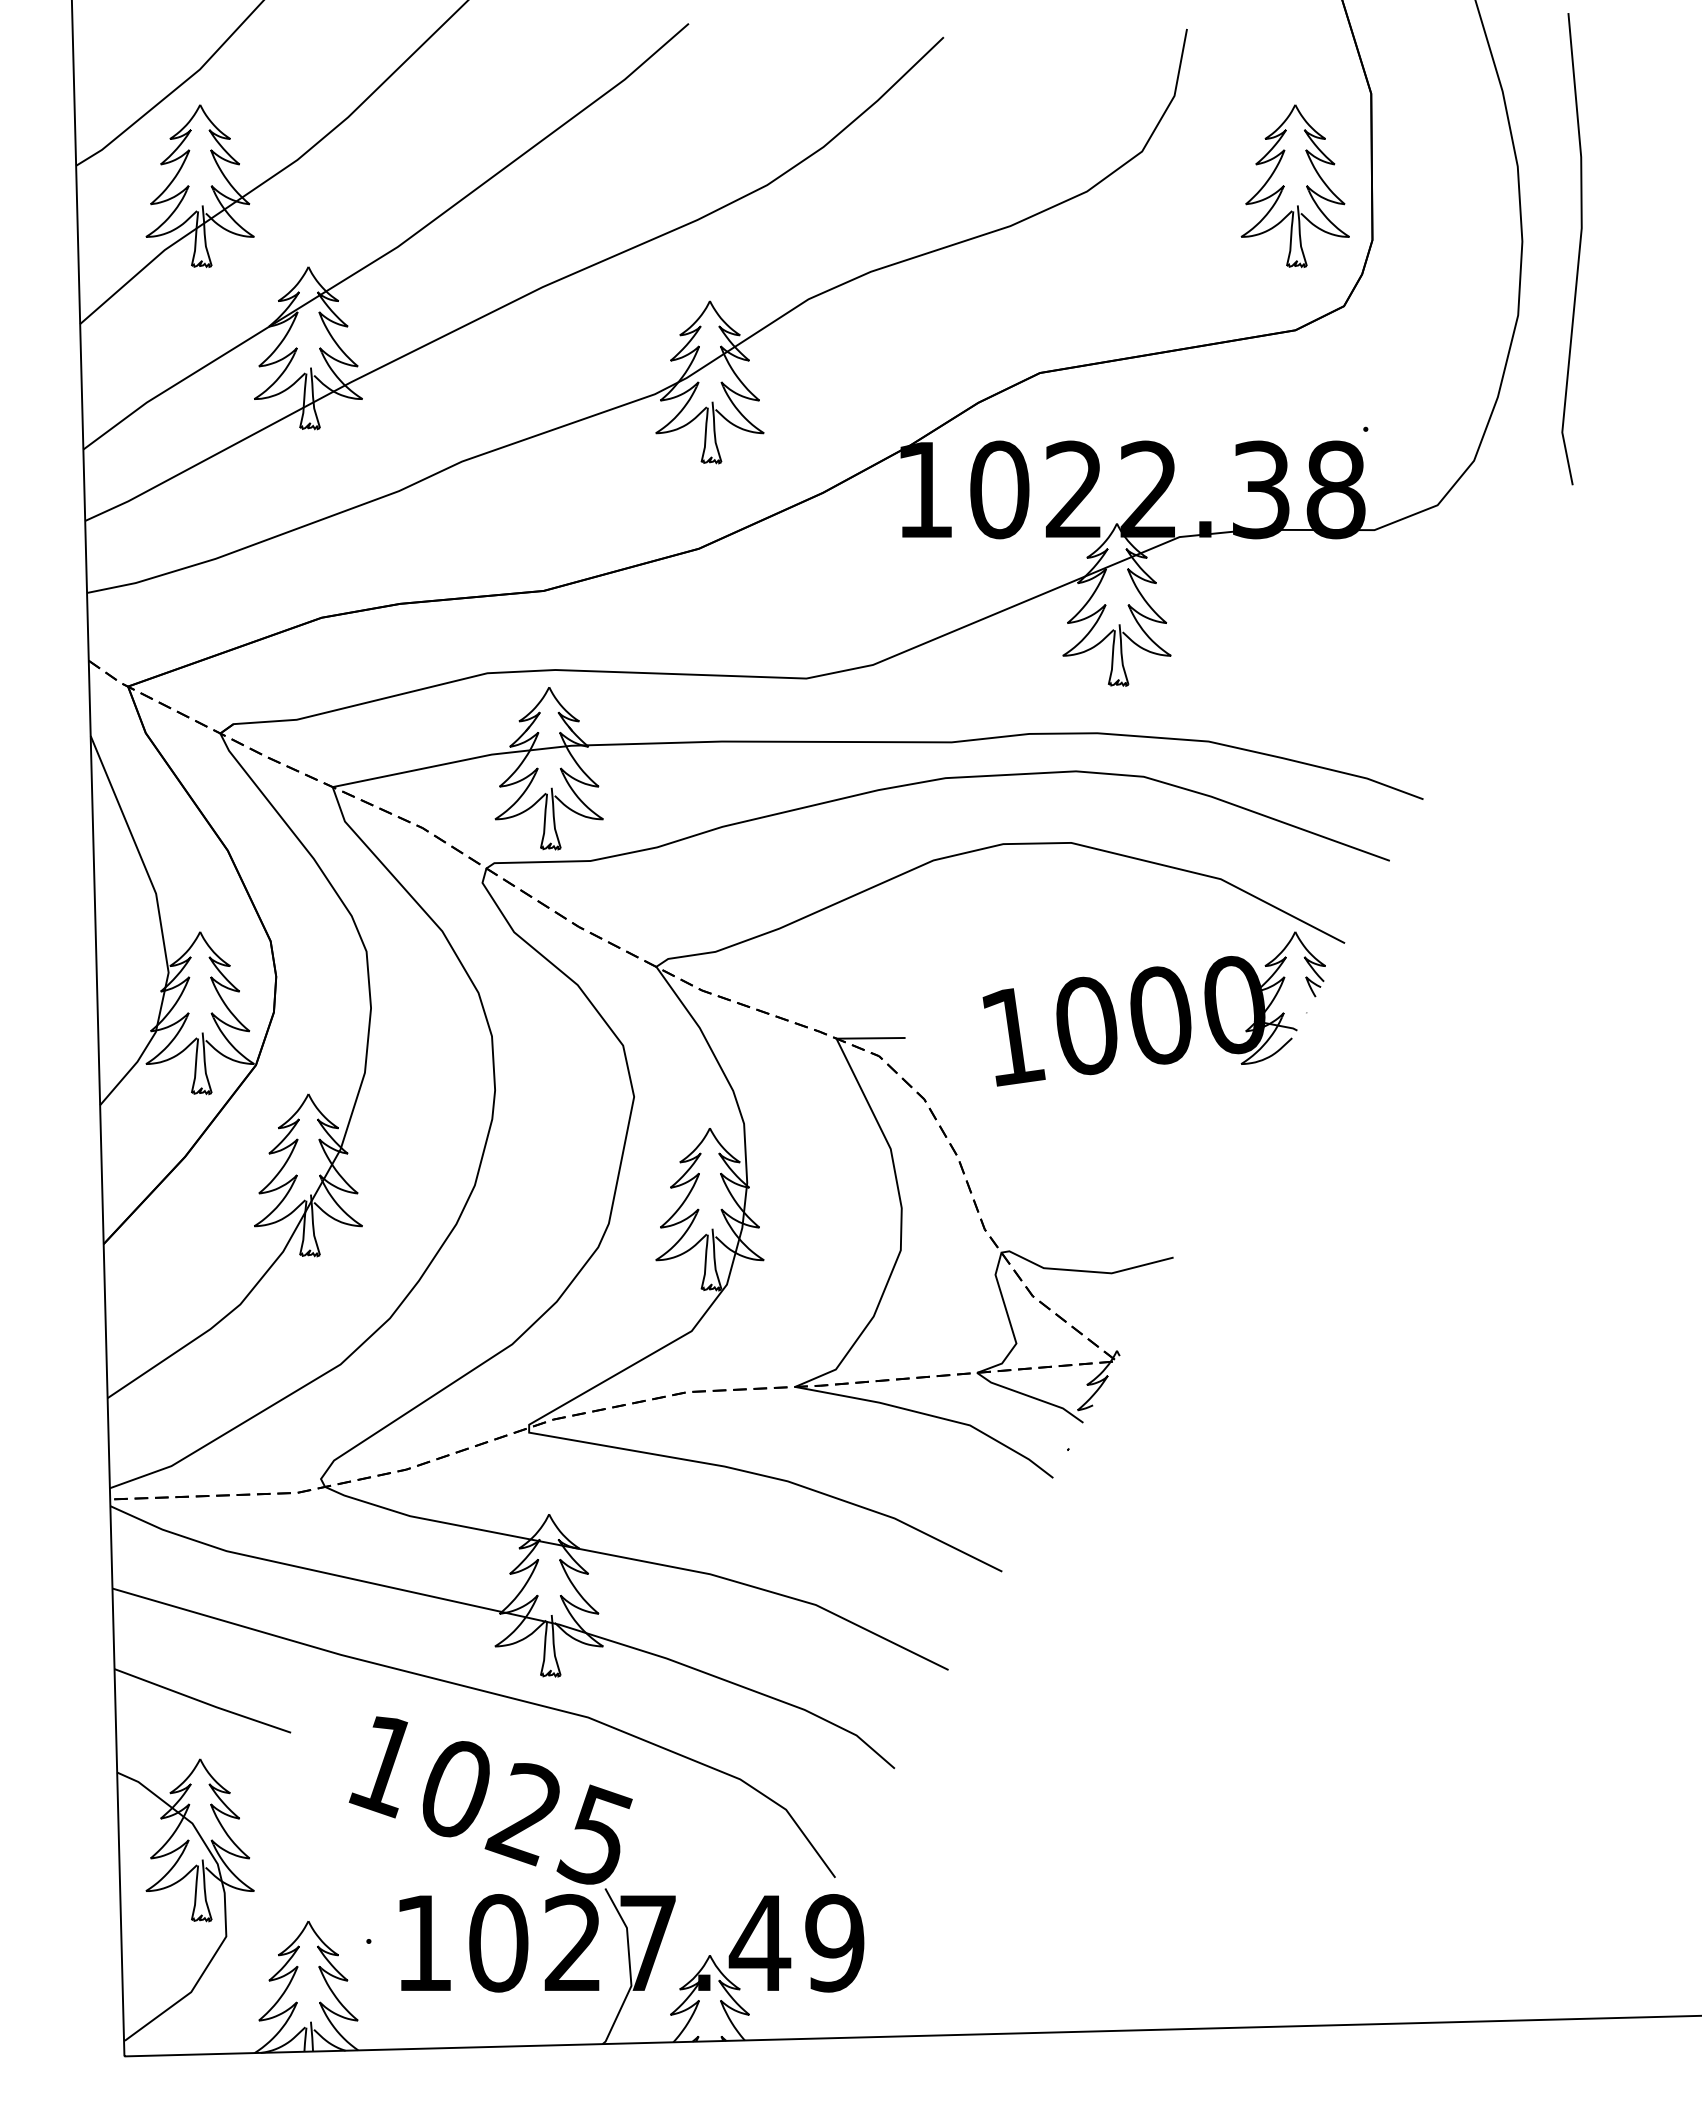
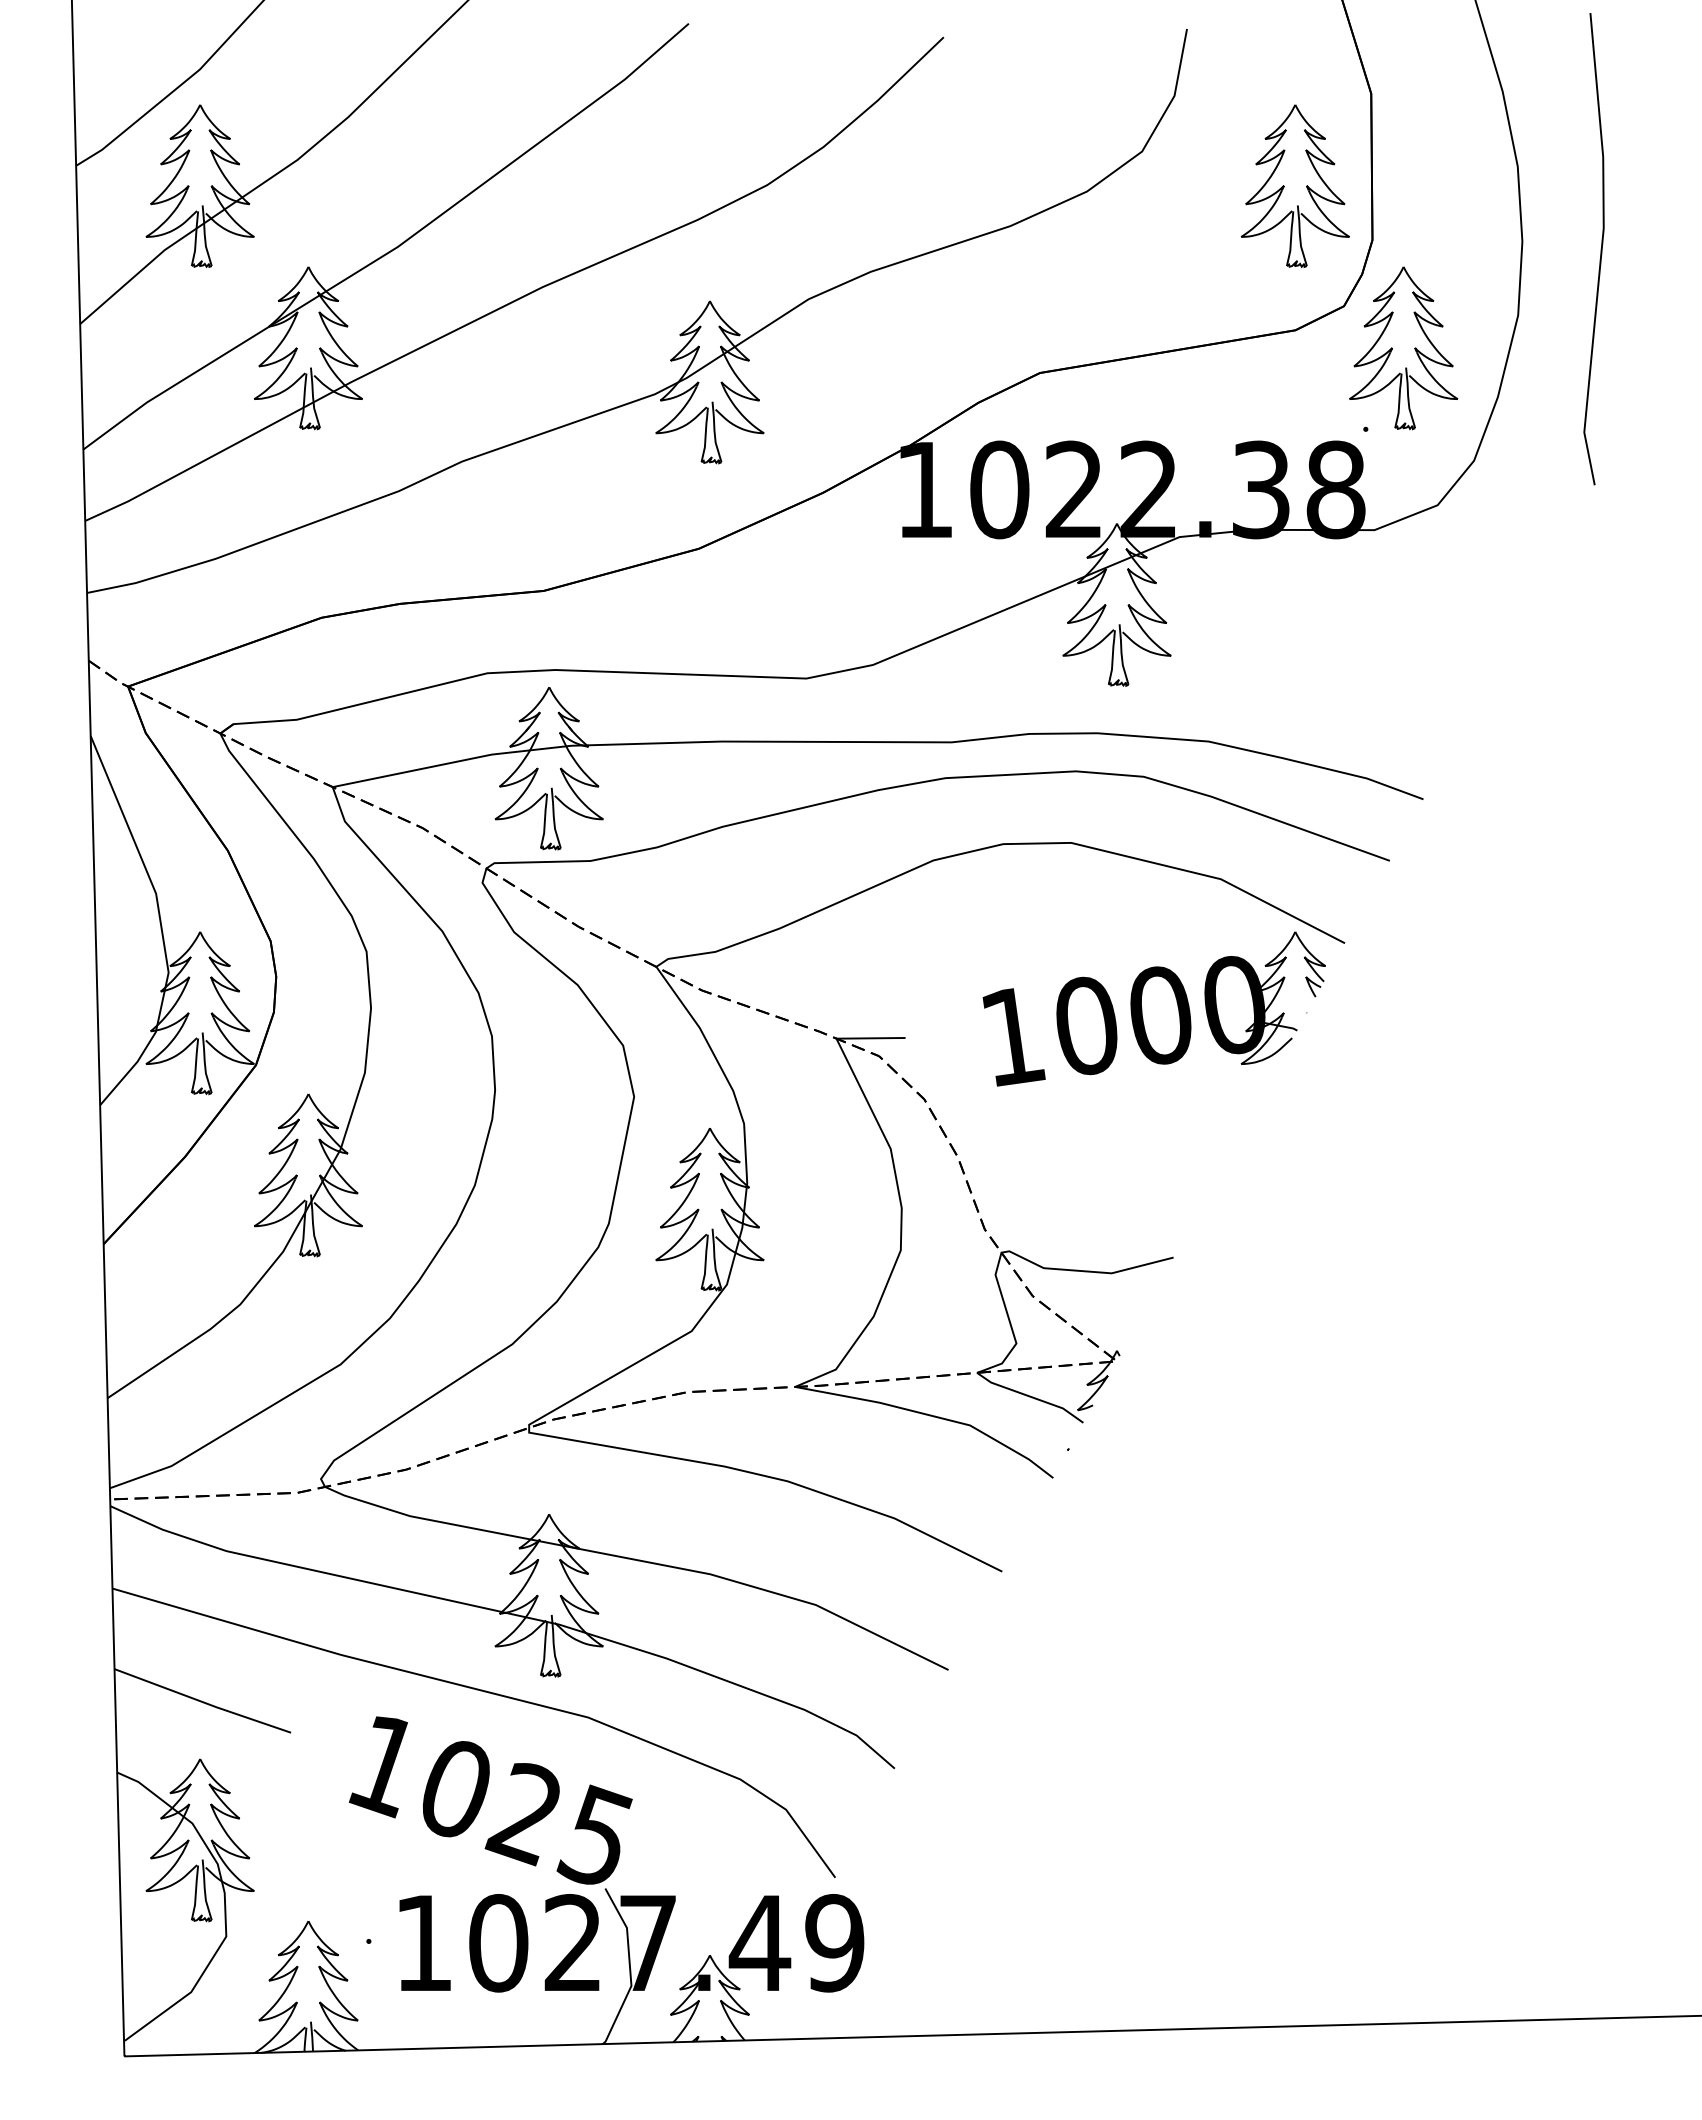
line at (1578, 249) position: (1578, 249) -> (1600, 249)
part at (1392, 348): none -> present
